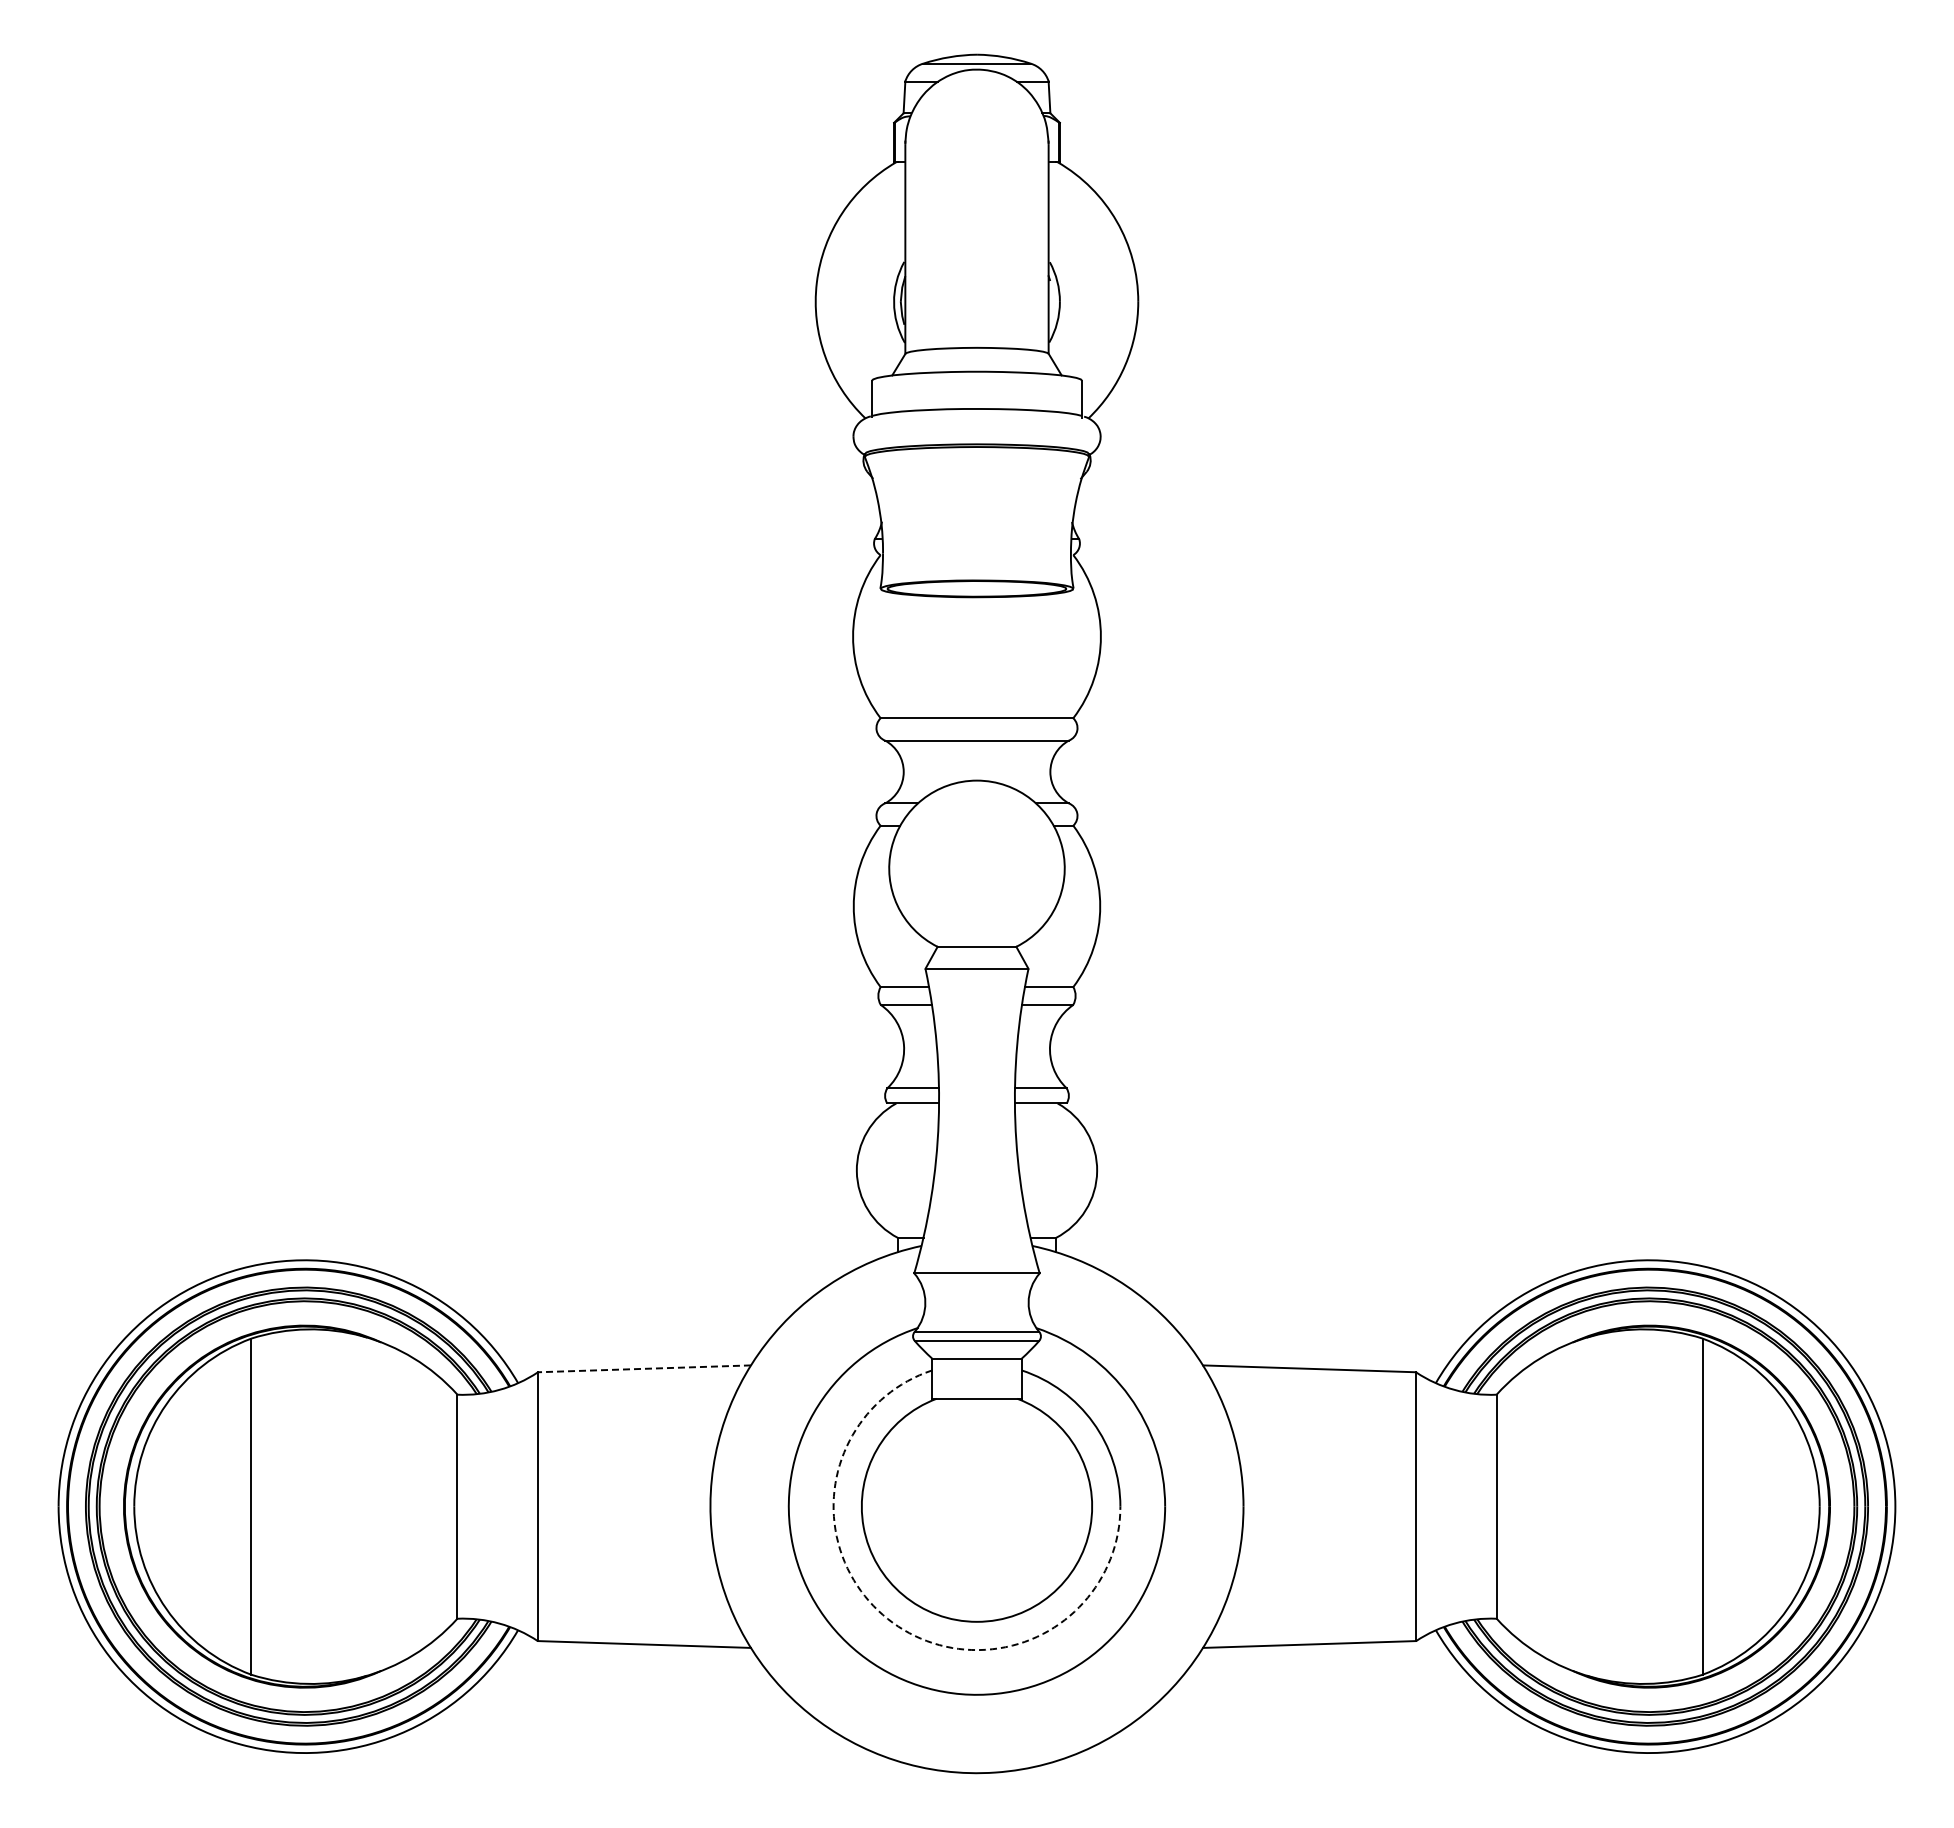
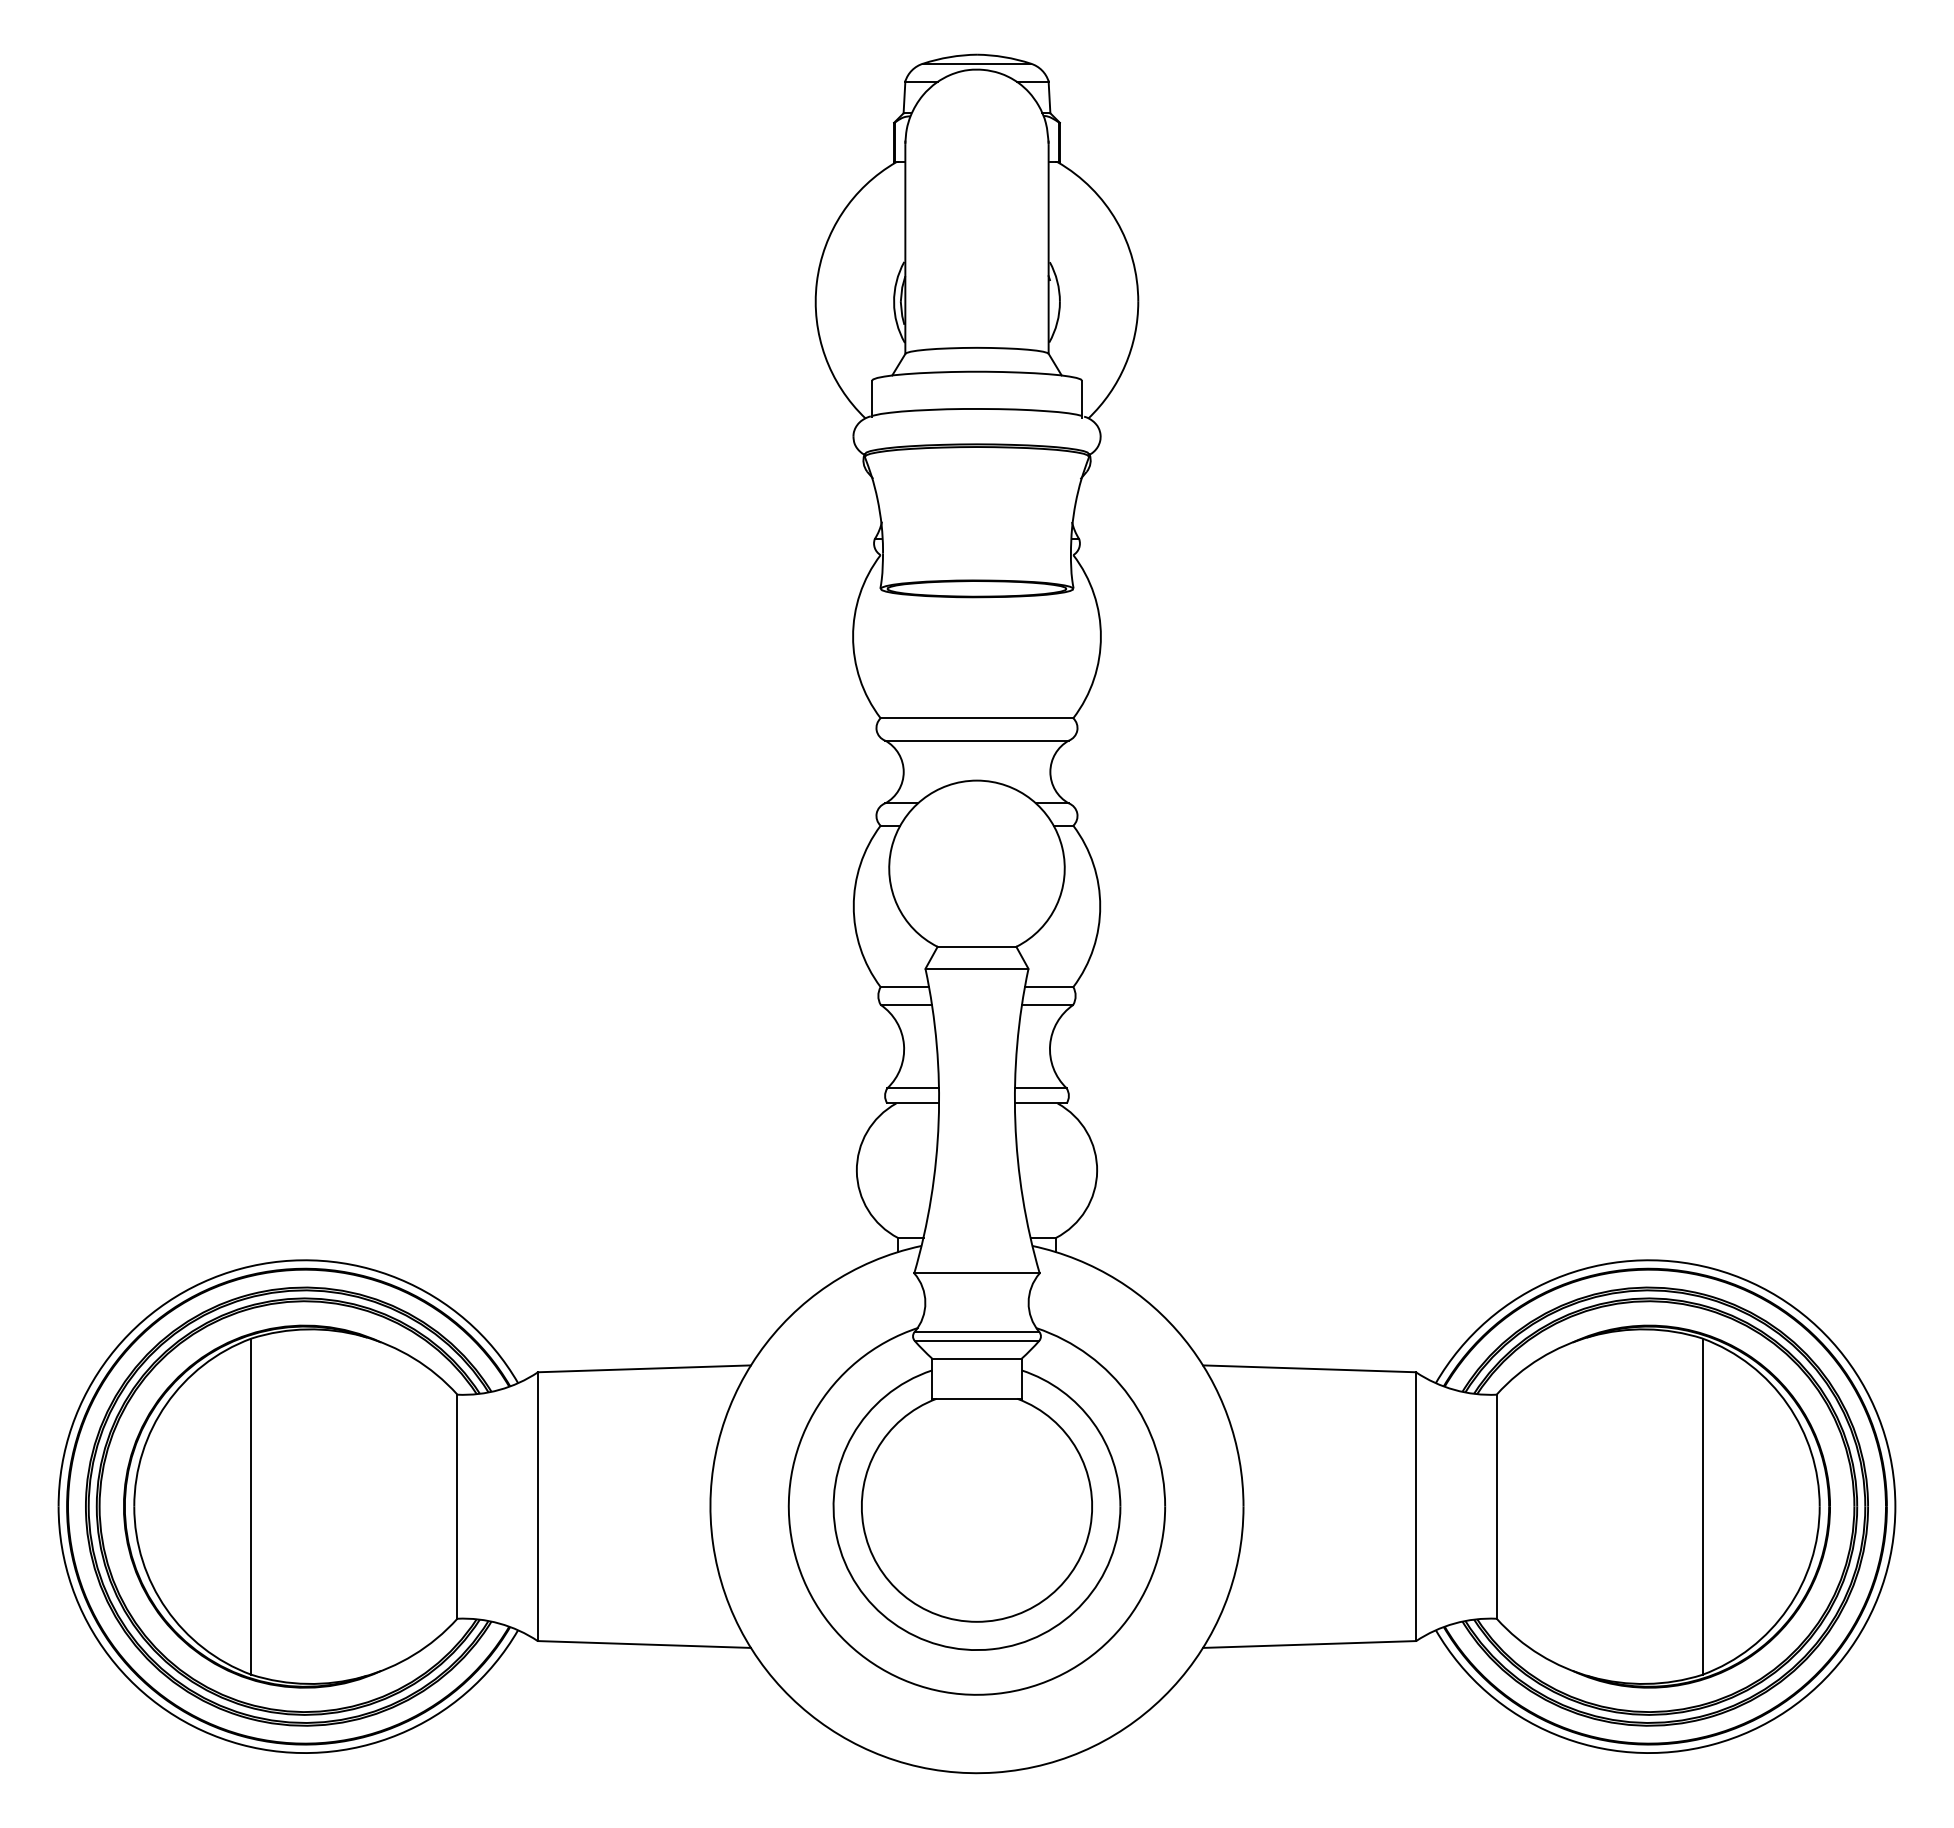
line at (644, 1368): dashed -> solid
arc at (892, 1622): dashed -> solid
